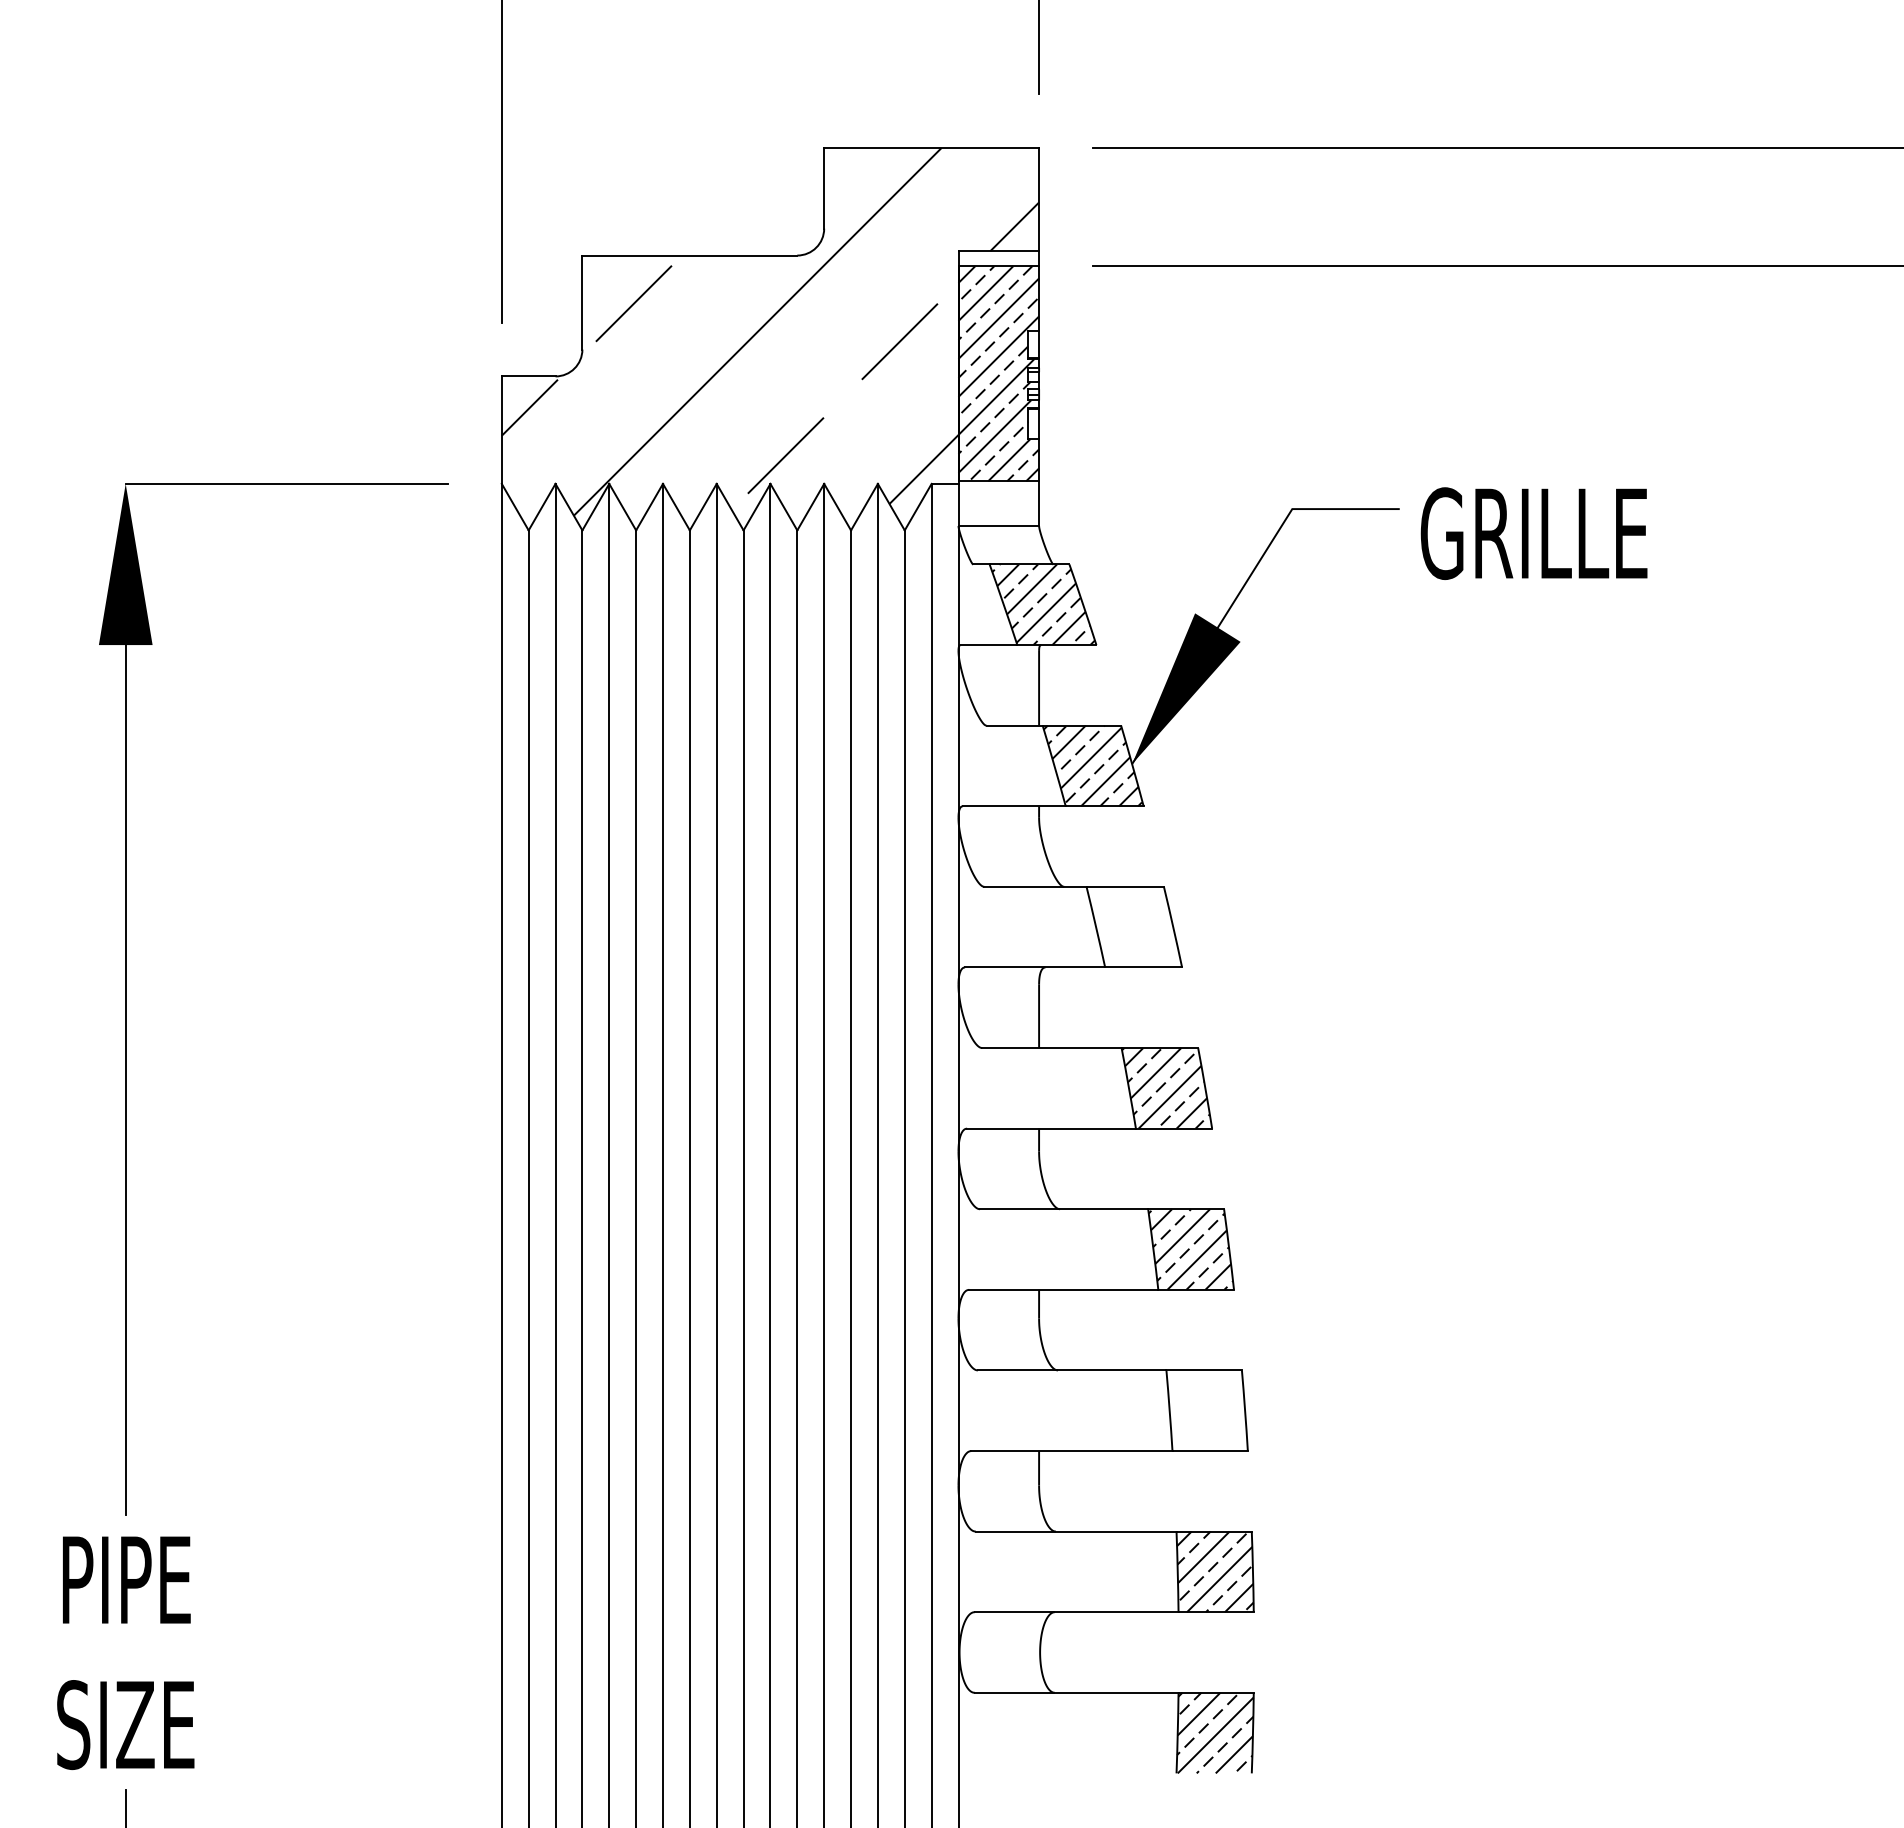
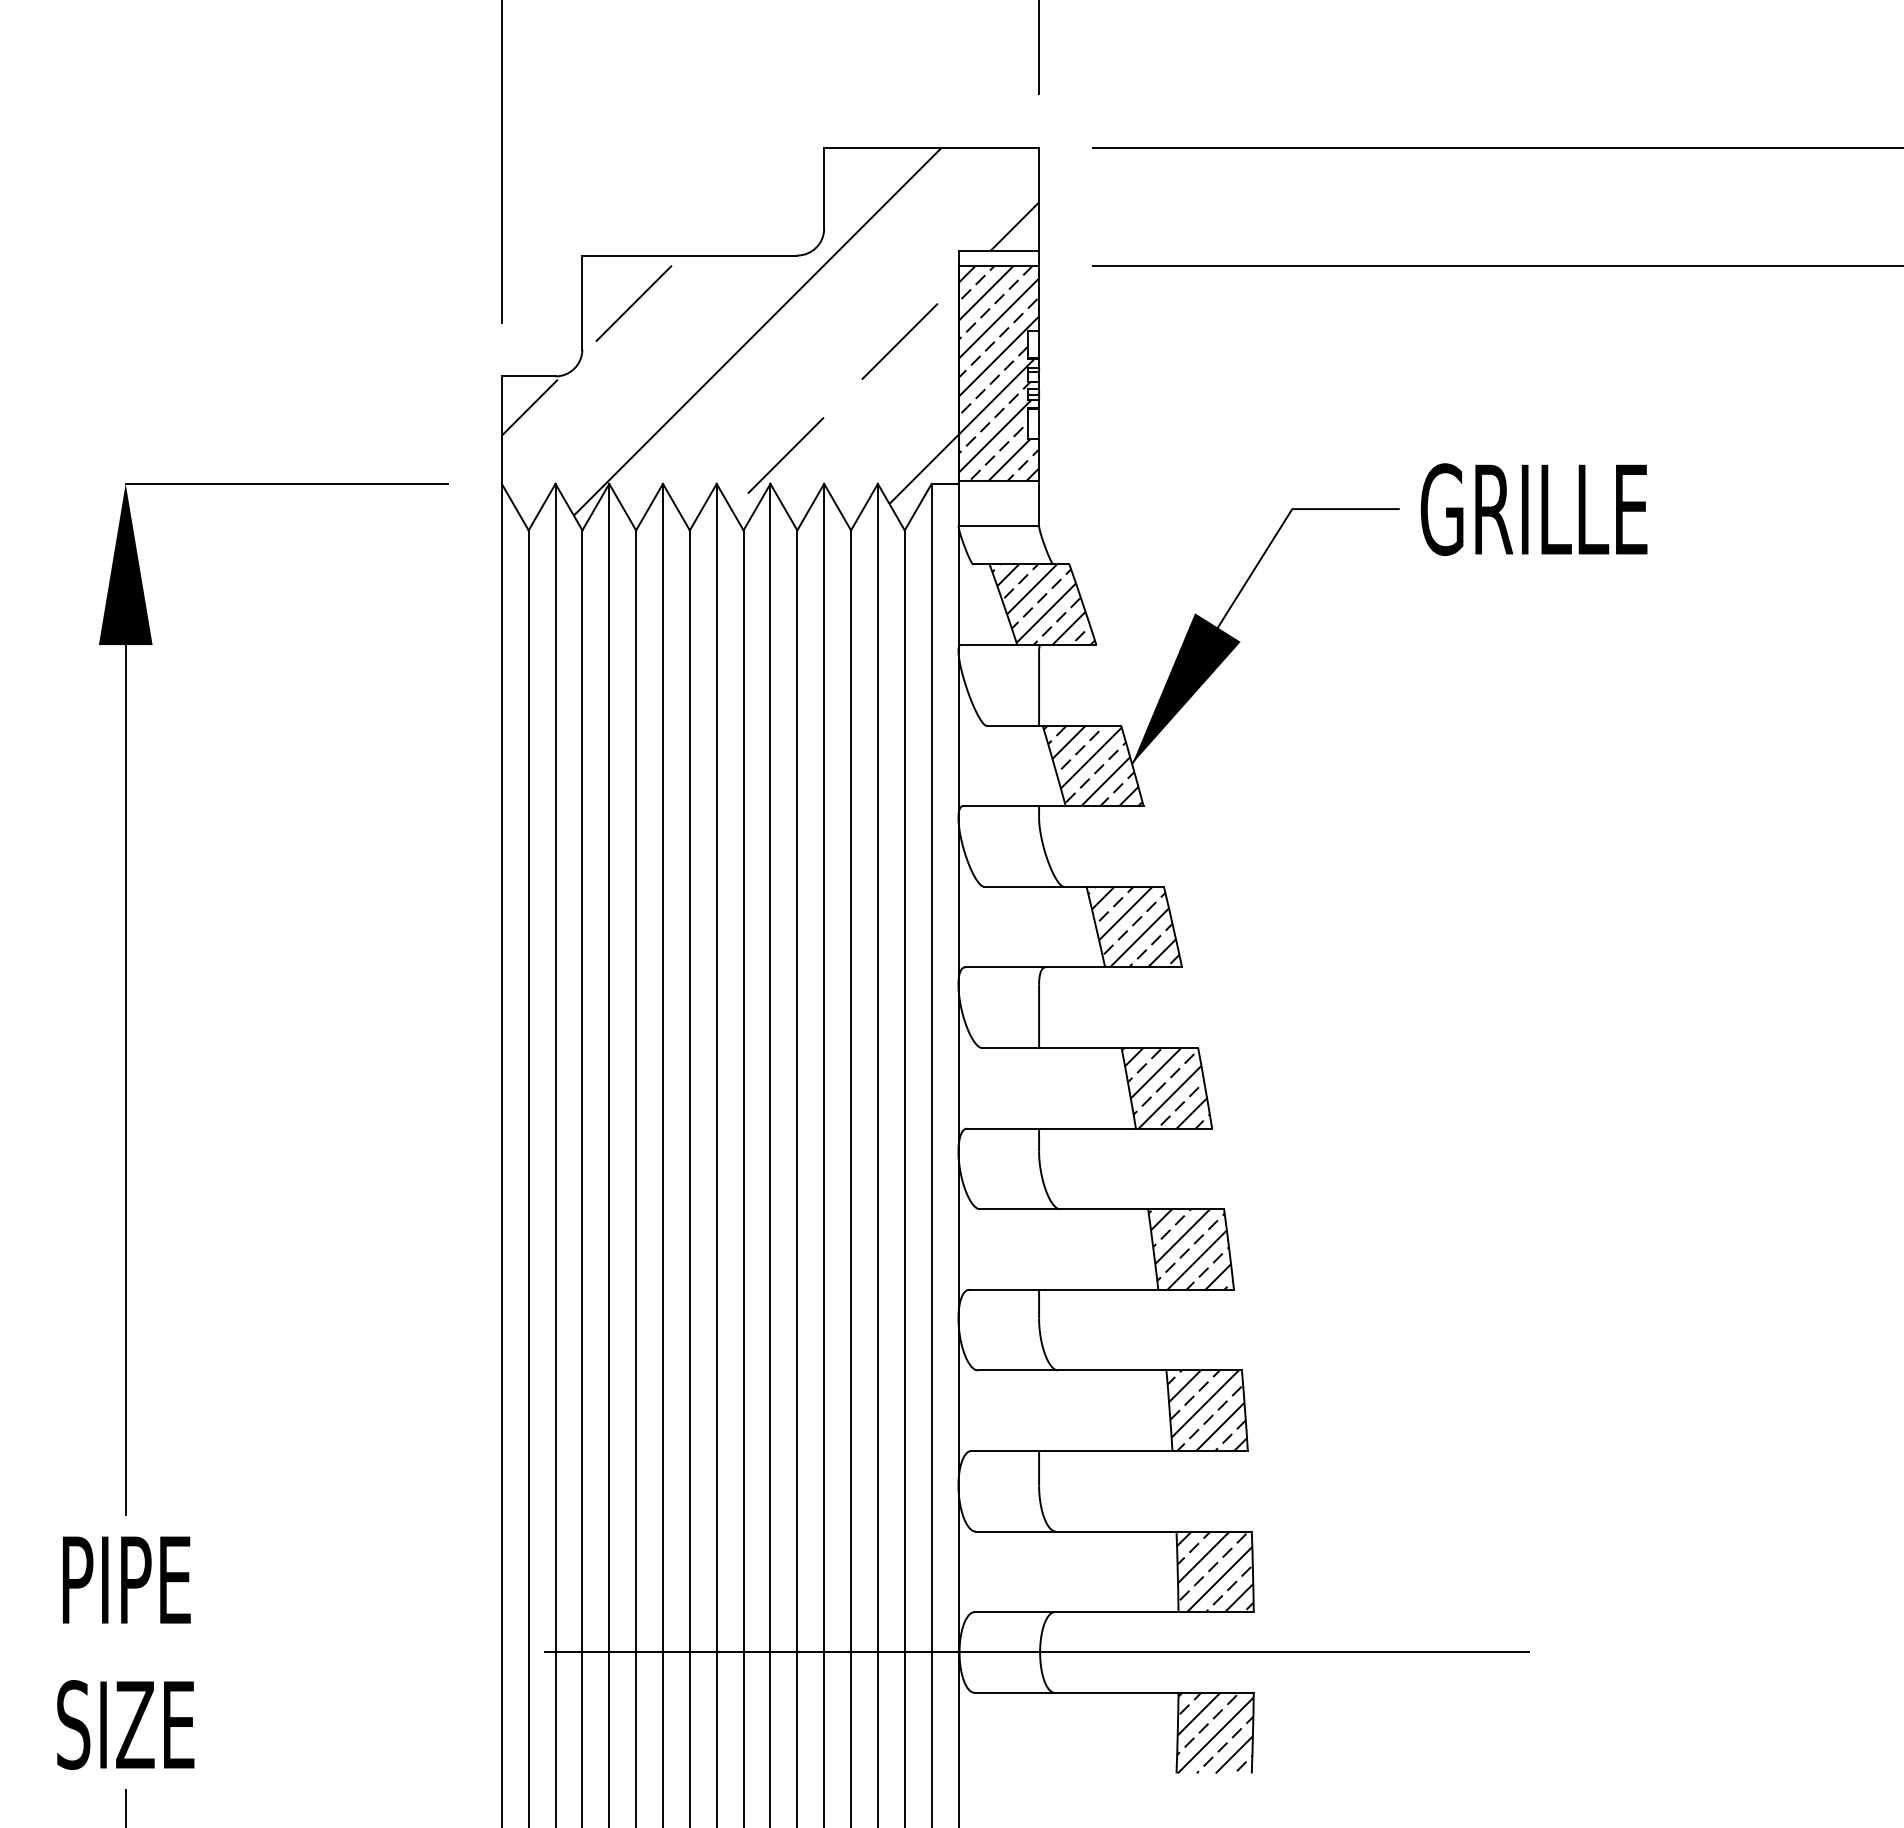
text at (1533, 533) position: (1533, 533) -> (1533, 509)
hatch at (1133, 926): none -> present
hatch at (1207, 1410): none -> present
line at (1036, 1652): none -> present
